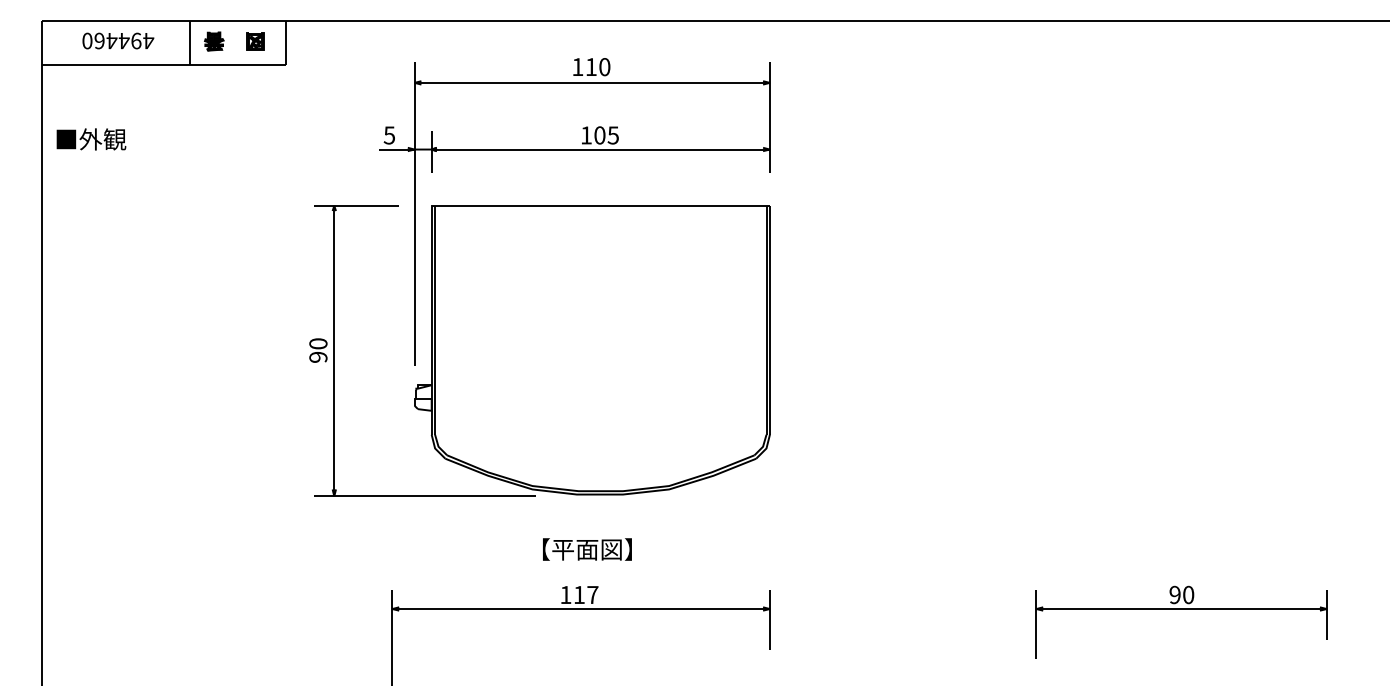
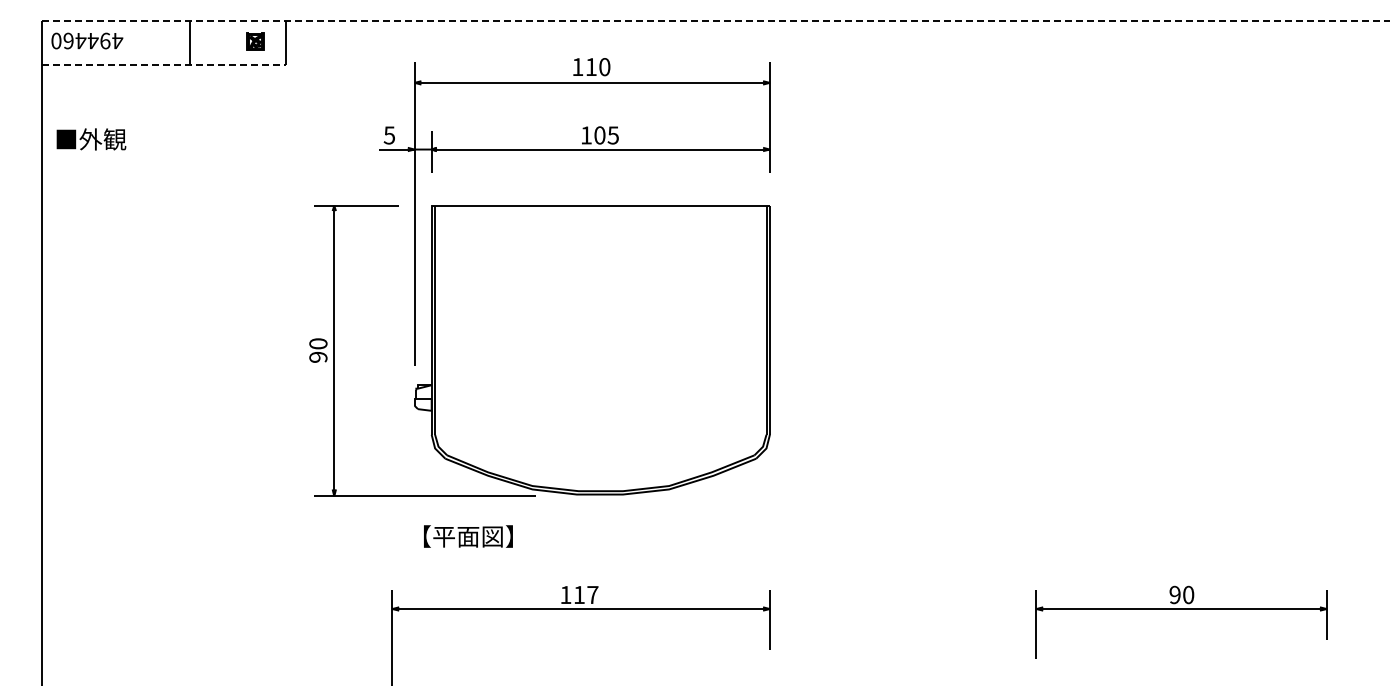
line at (715, 20): solid -> dashed
text at (118, 40) position: (118, 40) -> (87, 40)
part at (214, 41): present -> none
line at (164, 65): solid -> dashed
text at (587, 549) position: (587, 549) -> (468, 536)
